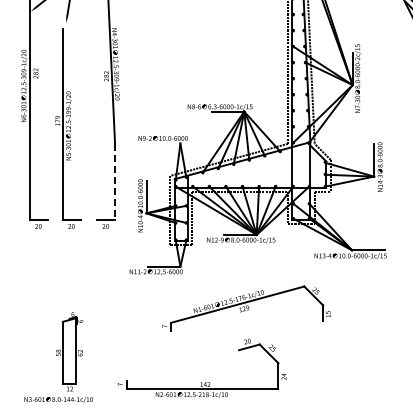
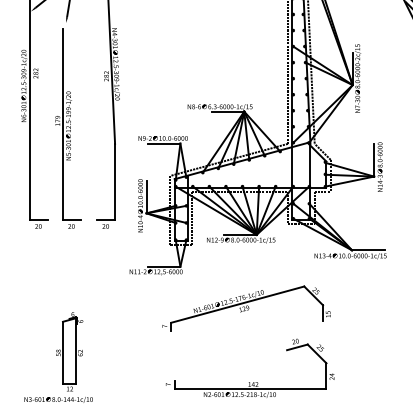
line at (163, 143): none -> present
line at (115, 181): dashed -> solid
part at (201, 382) position: (201, 382) -> (249, 382)
